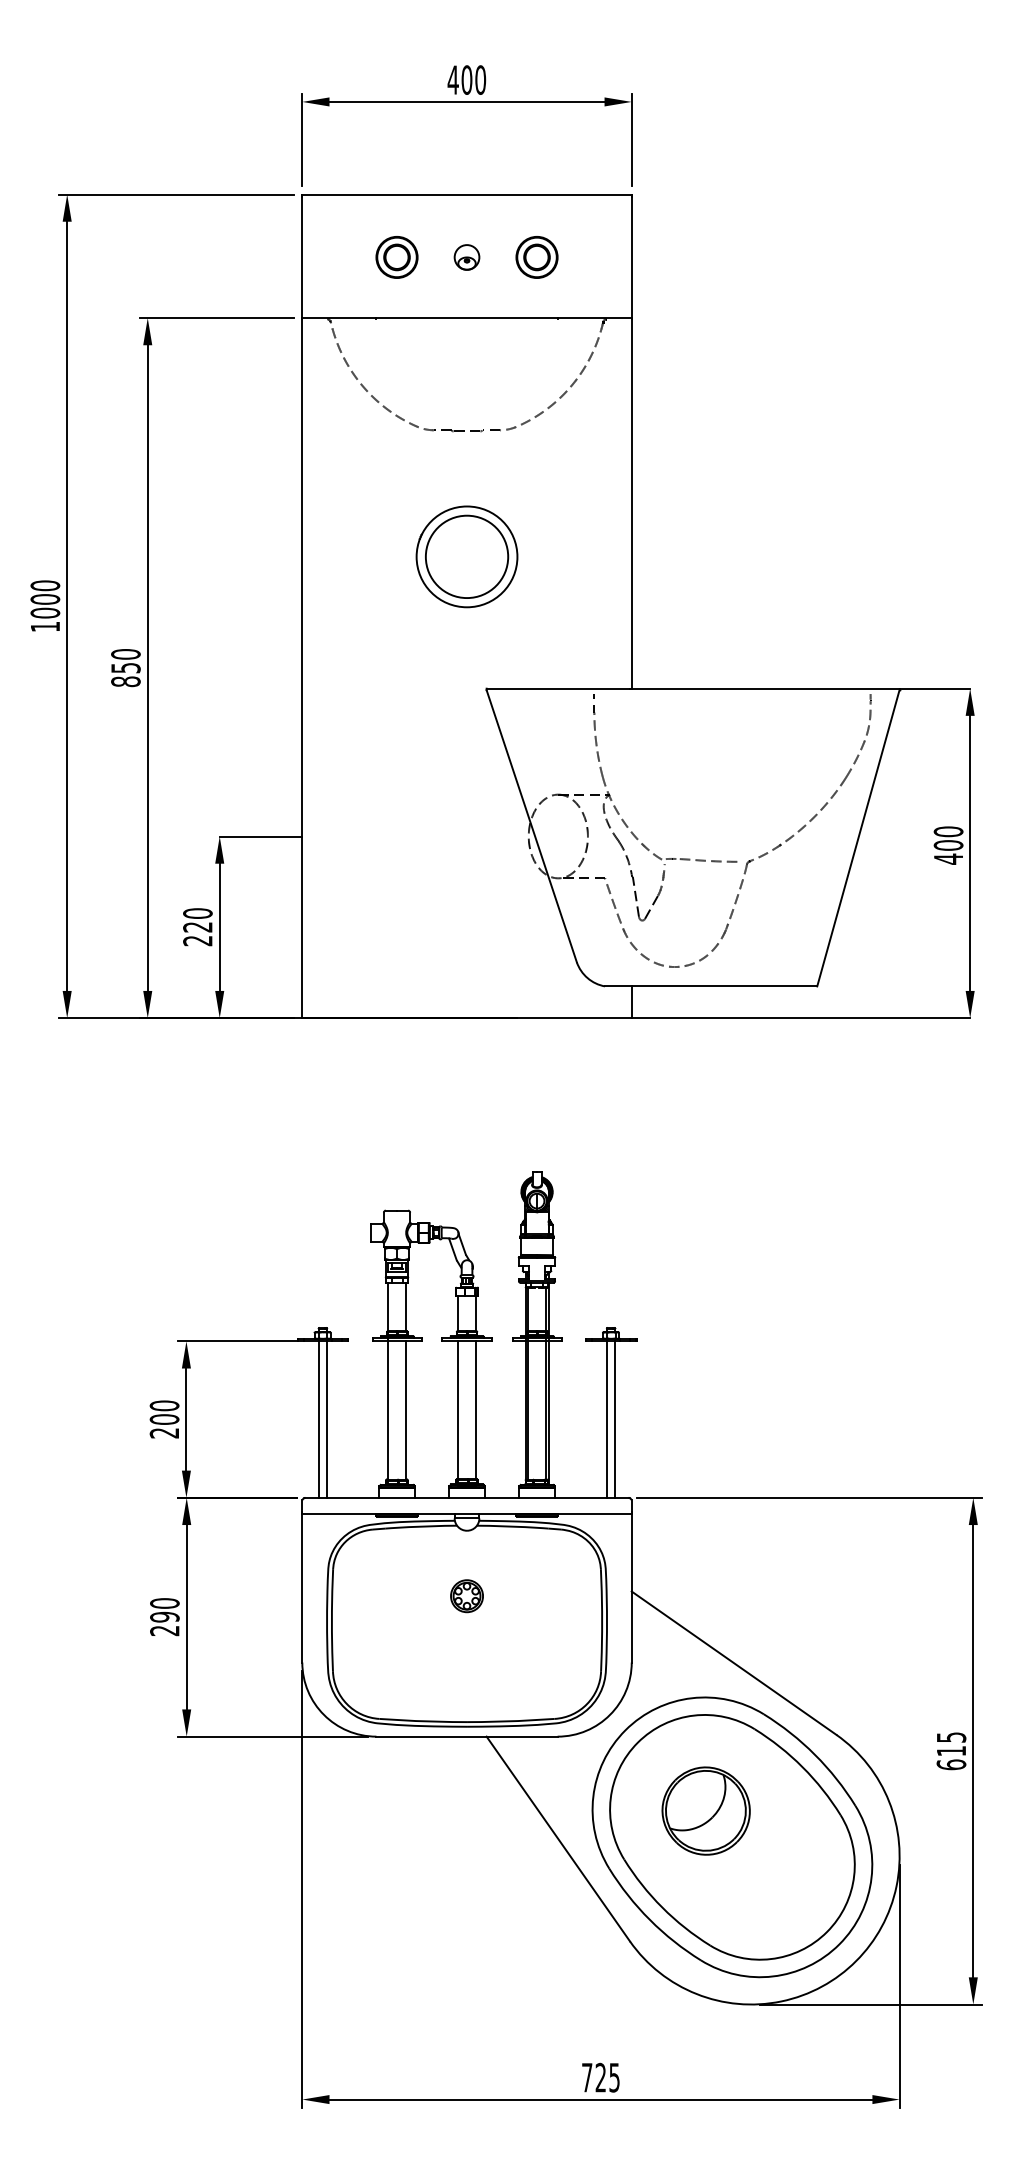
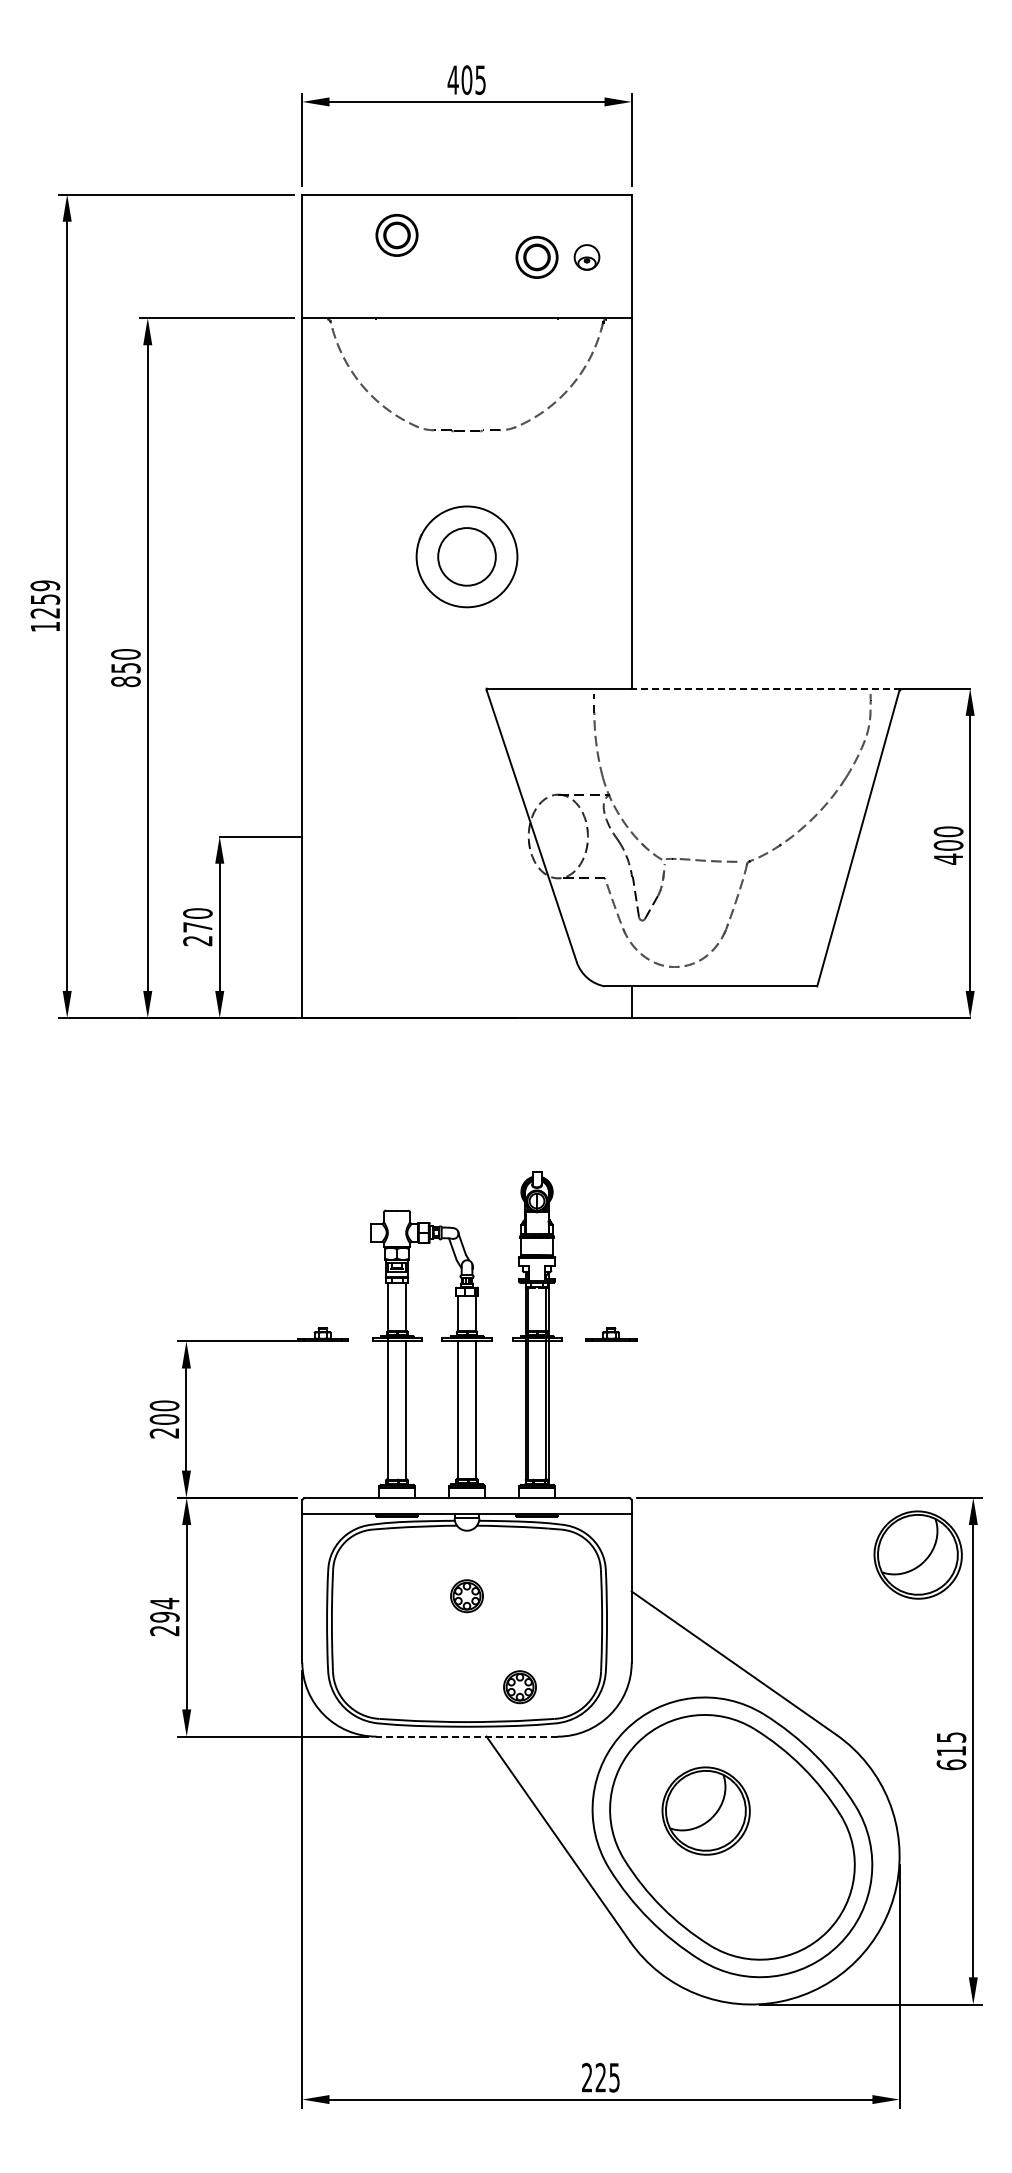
text at (480, 79): 400 -> 405
part at (396, 257) position: (396, 257) -> (396, 235)
part at (466, 257) position: (466, 257) -> (586, 257)
circle at (466, 556) diameter: 82 px -> 58 px
text at (45, 599): 1000 -> 1259
line at (764, 688): solid -> dashed
text at (197, 927): 220 -> 270
line at (318, 1419): present -> none
line at (327, 1419): present -> none
line at (607, 1419): present -> none
line at (615, 1419): present -> none
part at (917, 1554): none -> present
text at (164, 1603): 290 -> 294
part at (519, 1687): none -> present
line at (467, 1736): solid -> dashed
text at (587, 2077): 725 -> 225
